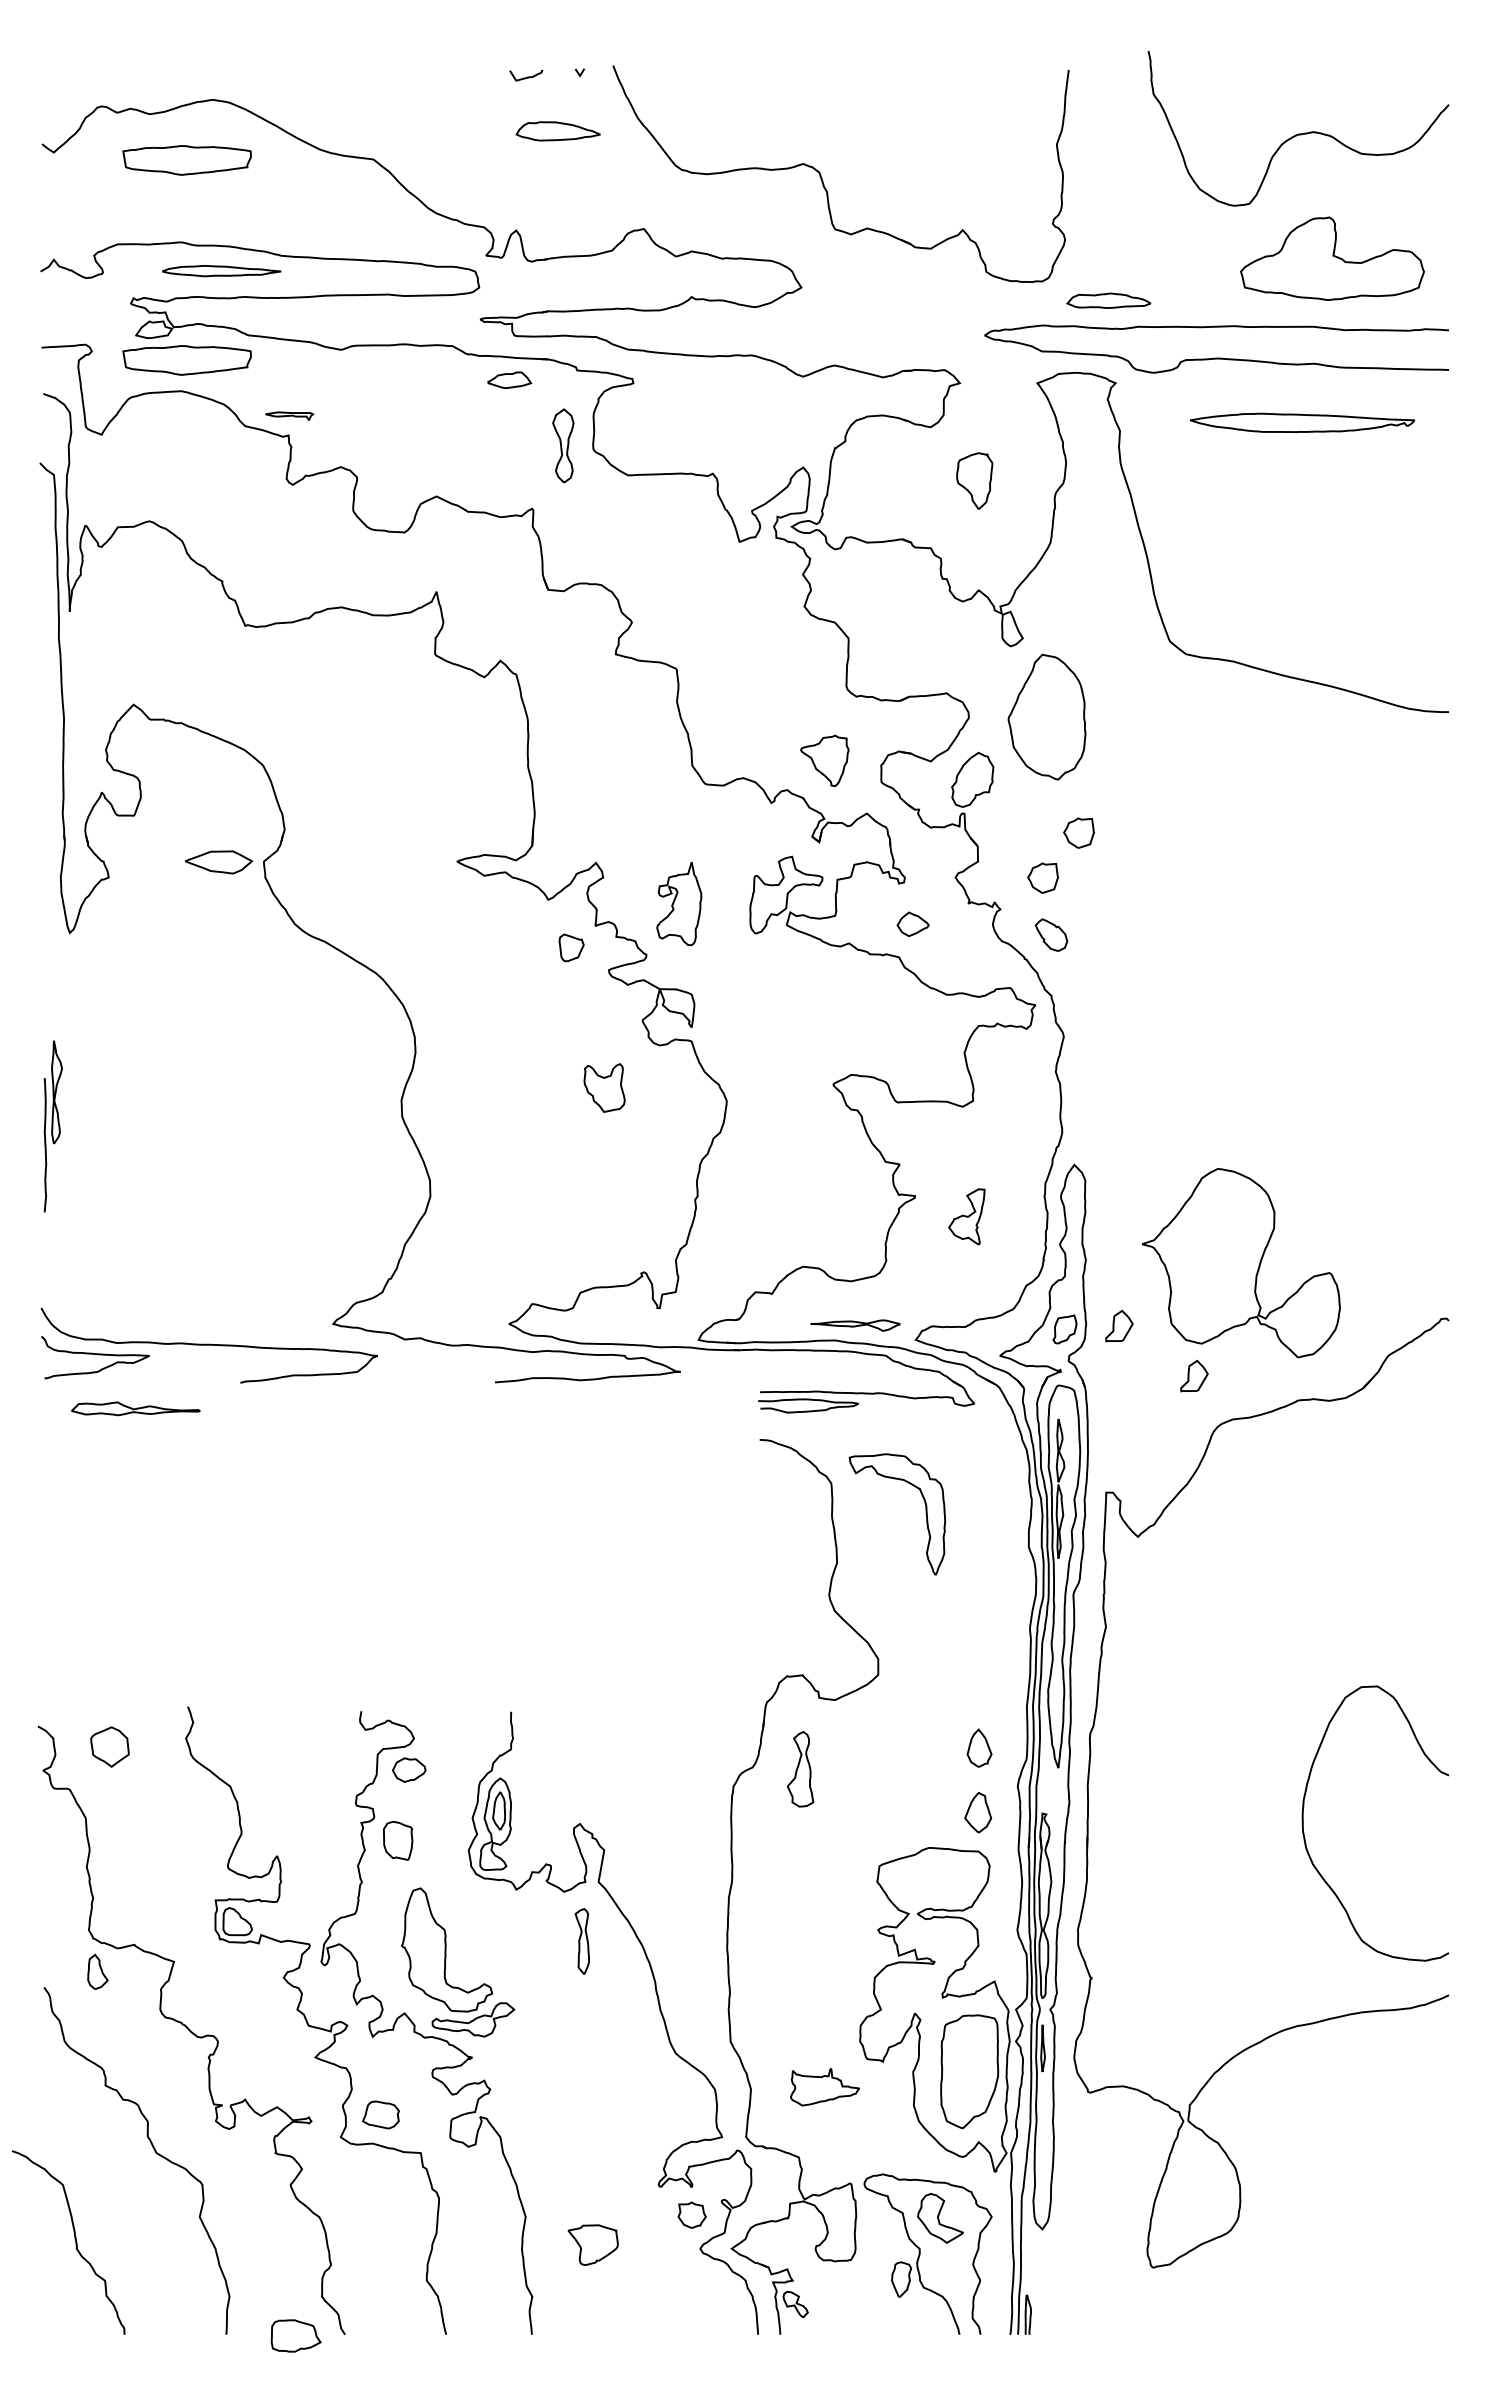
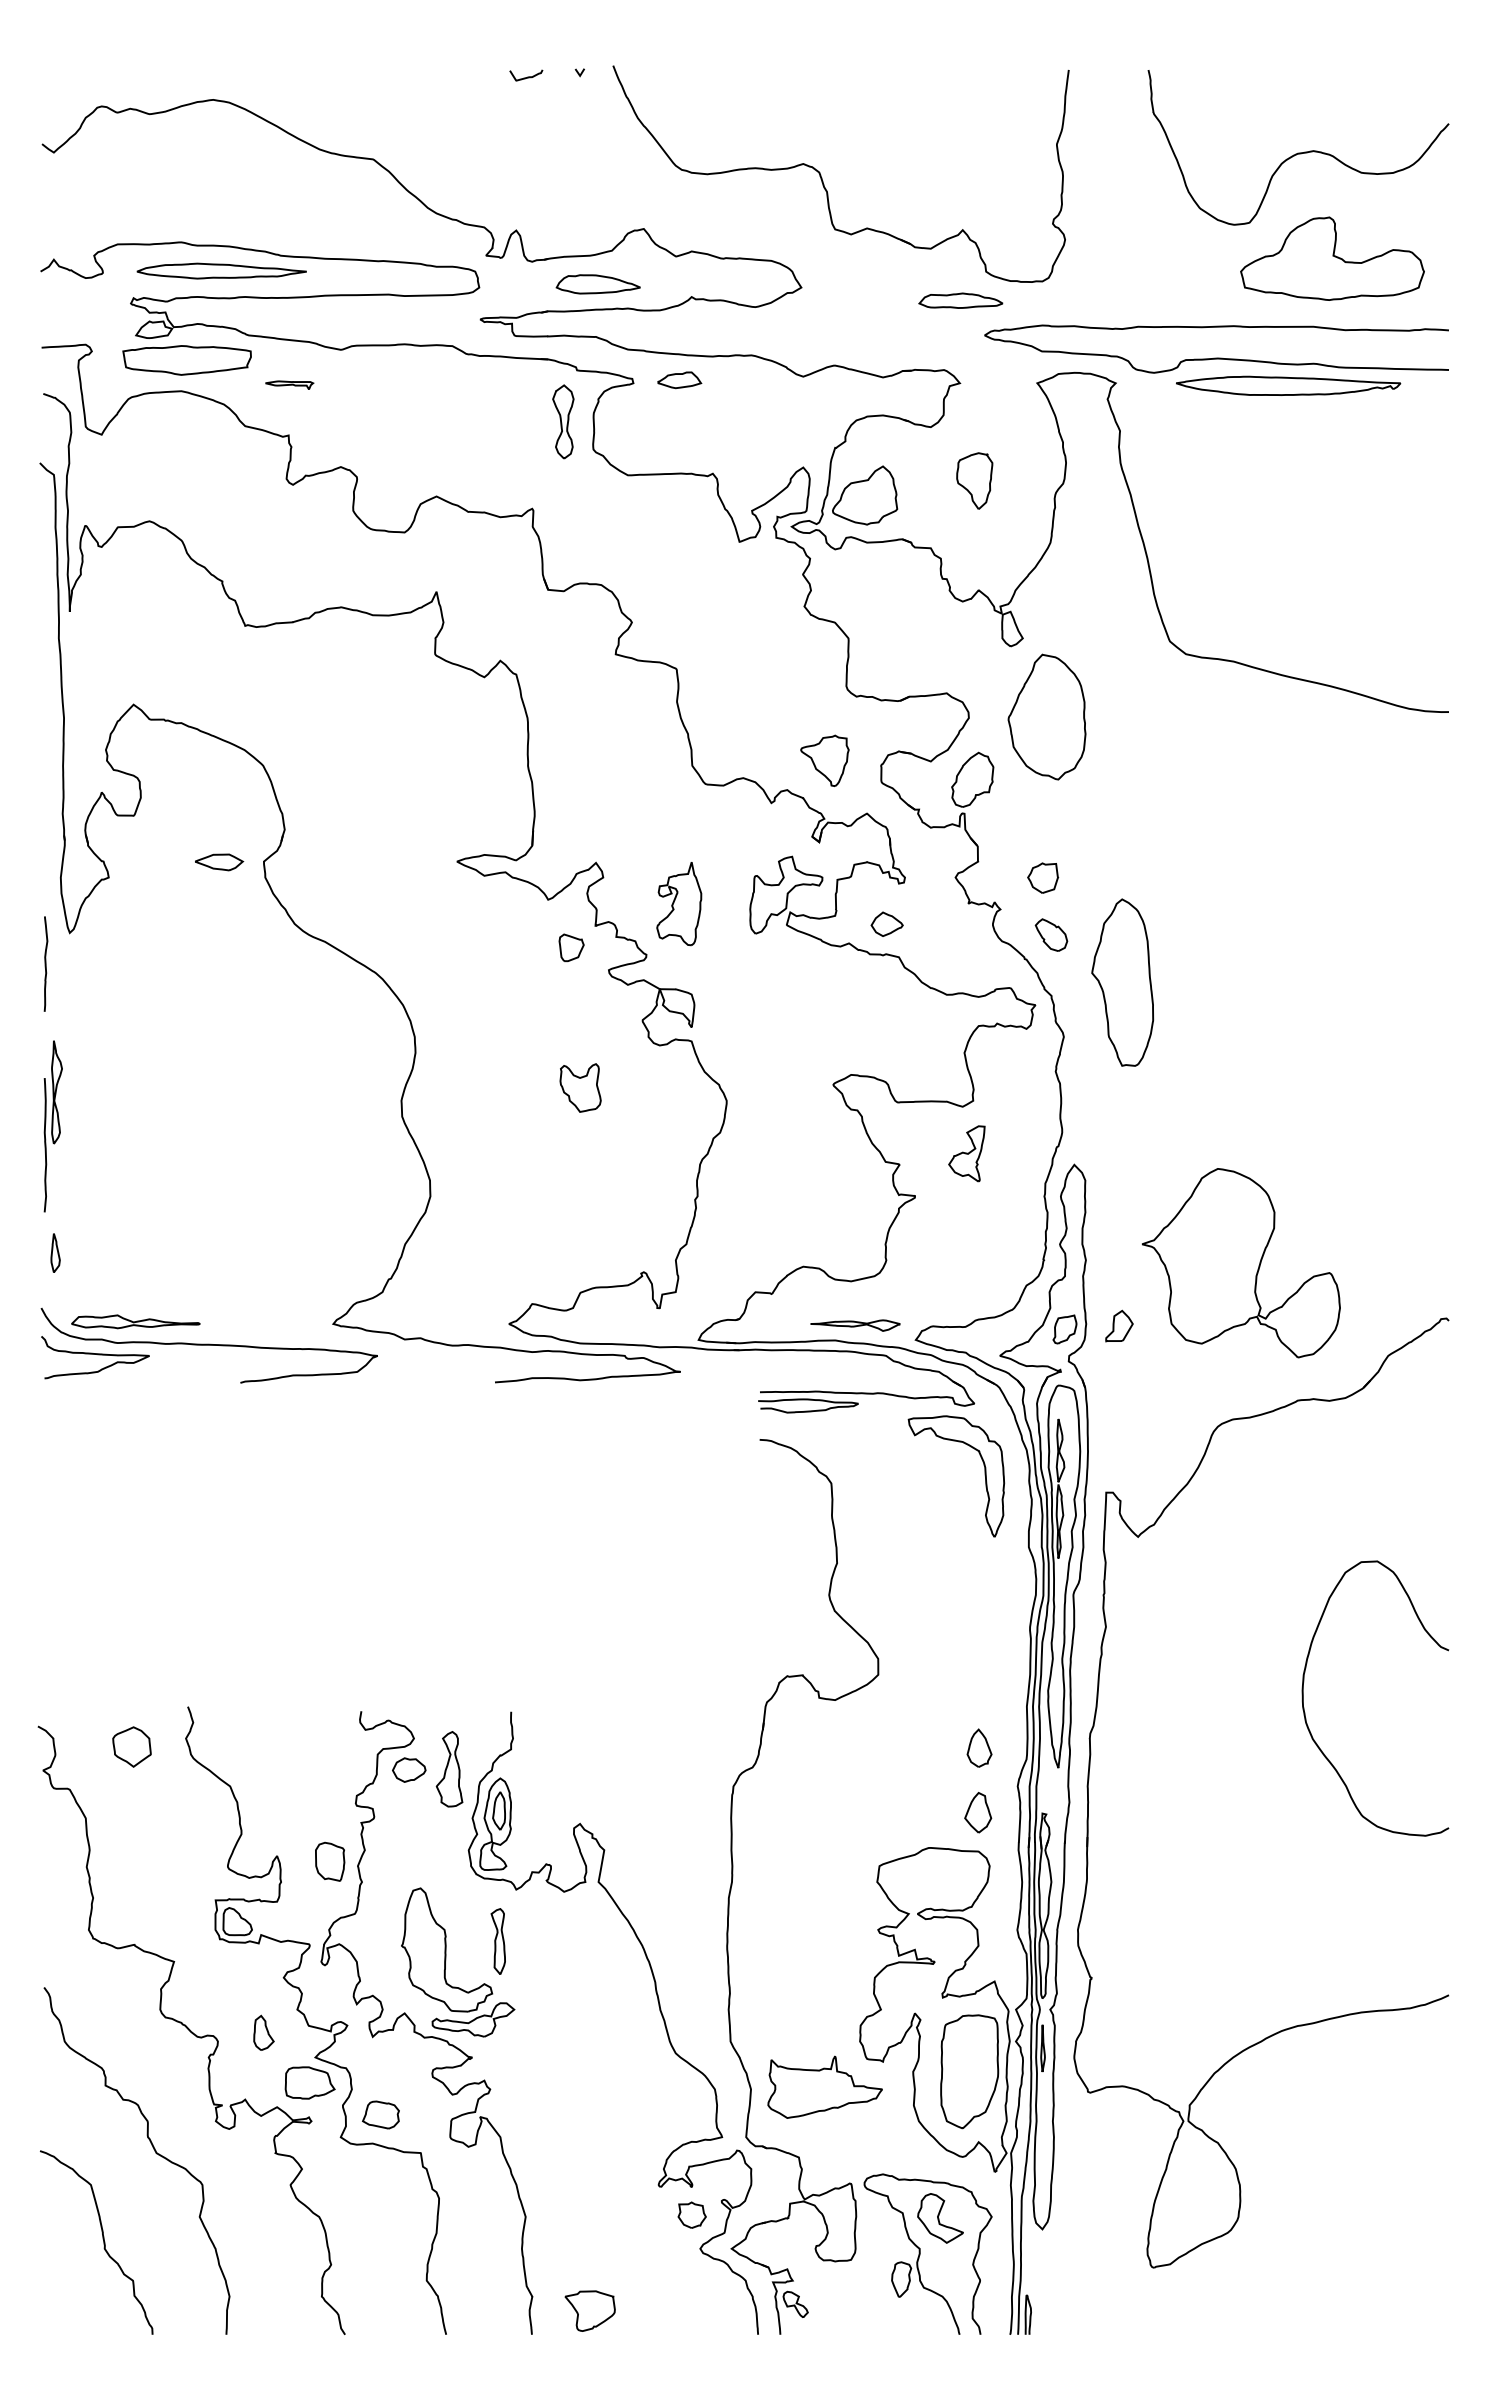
part at (557, 131) position: (557, 131) -> (597, 284)
curve at (1298, 133) position: (1298, 133) -> (1298, 152)
part at (186, 160): present -> none
part at (221, 271) size: 120x13 px -> 171x18 px
part at (1108, 300) position: (1108, 300) -> (960, 300)
part at (509, 380) position: (509, 380) -> (679, 380)
part at (289, 415) position: (289, 415) -> (289, 384)
part at (1302, 422) position: (1302, 422) -> (1288, 385)
part at (563, 445) position: (563, 445) -> (563, 421)
part at (865, 495): none -> present
part at (1079, 832): present -> none
part at (219, 862) size: 69x25 px -> 50x19 px
part at (912, 923) position: (912, 923) -> (886, 923)
curve at (45, 963): none -> present
part at (1122, 982): none -> present
part at (604, 1087) position: (604, 1087) -> (580, 1087)
part at (966, 1216) position: (966, 1216) -> (966, 1153)
part at (55, 1252): none -> present
part at (1194, 1375): present -> none
part at (135, 1408) position: (135, 1408) -> (135, 1321)
part at (925, 1513) position: (925, 1513) -> (984, 1475)
part at (109, 1746) position: (109, 1746) -> (131, 1746)
part at (800, 1769) position: (800, 1769) -> (449, 1769)
curve at (1305, 1837) position: (1305, 1837) -> (1305, 1712)
part at (398, 1840) position: (398, 1840) -> (330, 1861)
part at (581, 1941) position: (581, 1941) -> (497, 1941)
part at (97, 1971) position: (97, 1971) -> (263, 2032)
part at (824, 2087) size: 70x39 px -> 116x64 px
curve at (74, 2239) position: (74, 2239) -> (102, 2239)
part at (592, 2244) position: (592, 2244) -> (589, 2310)
part at (295, 2335) position: (295, 2335) -> (309, 2082)
